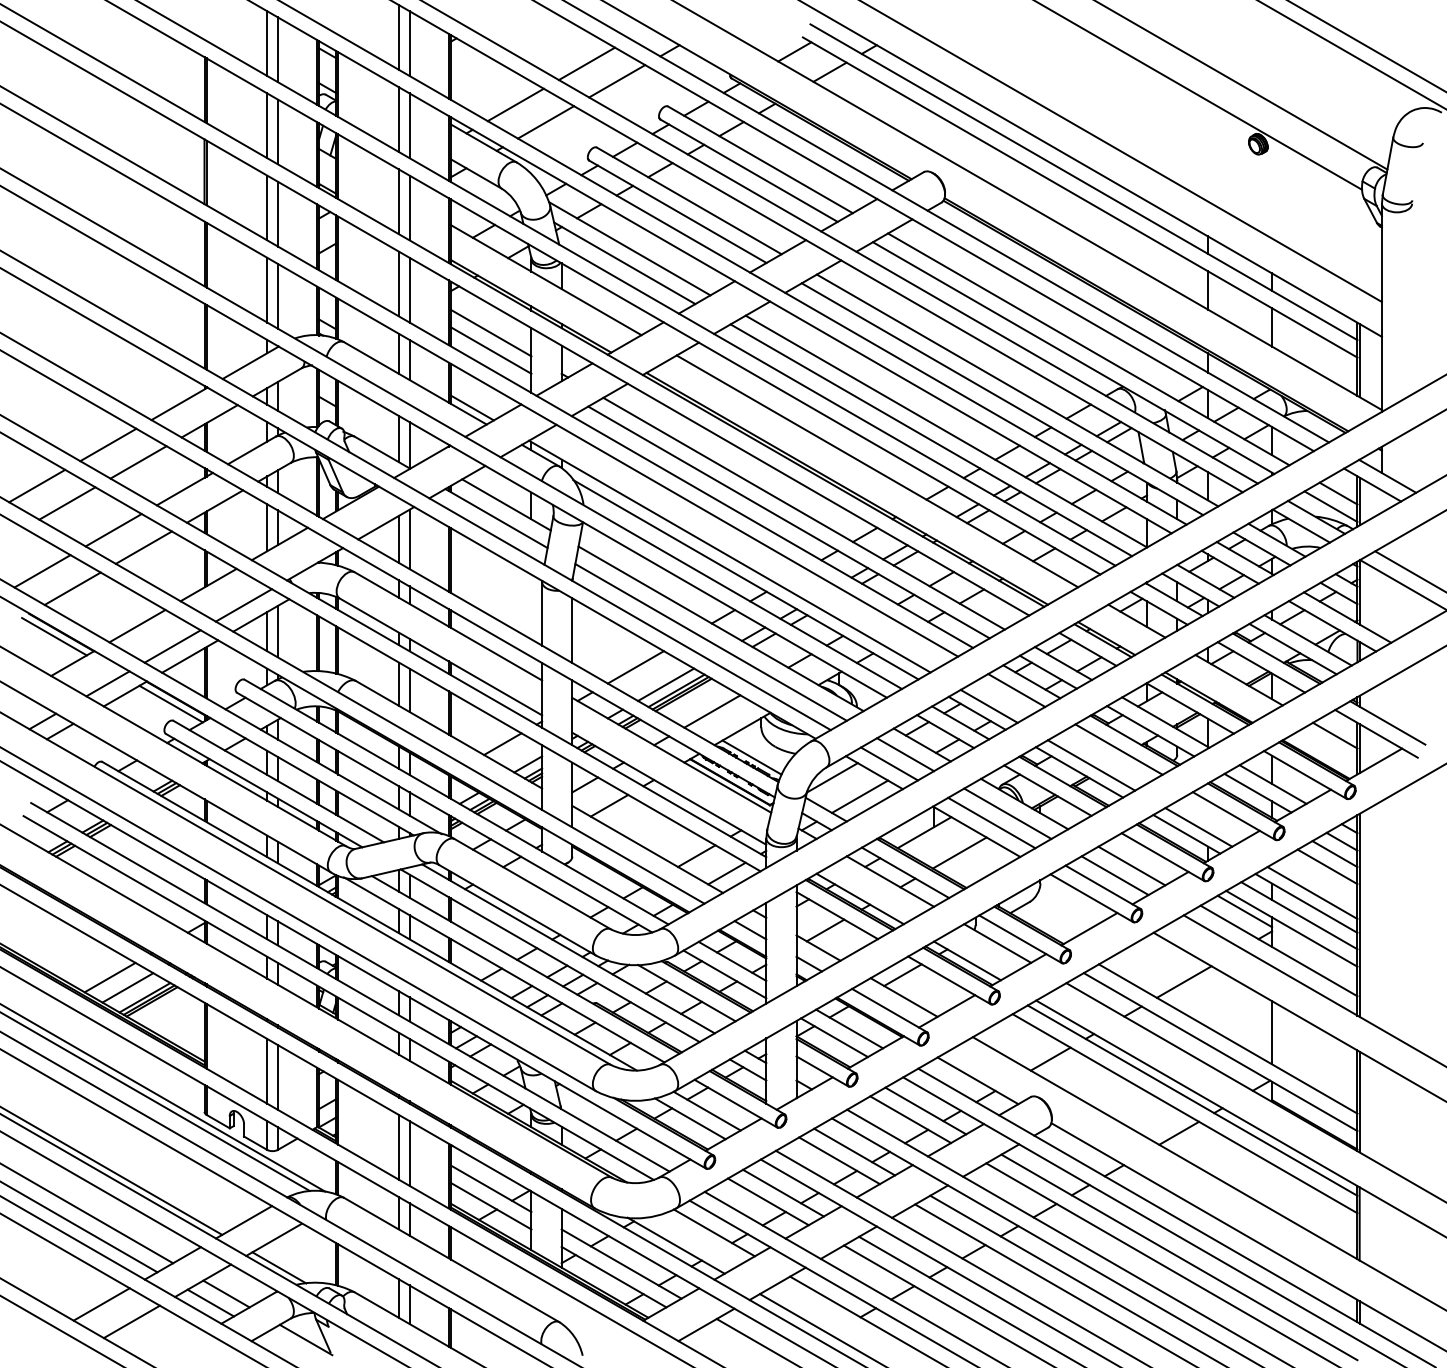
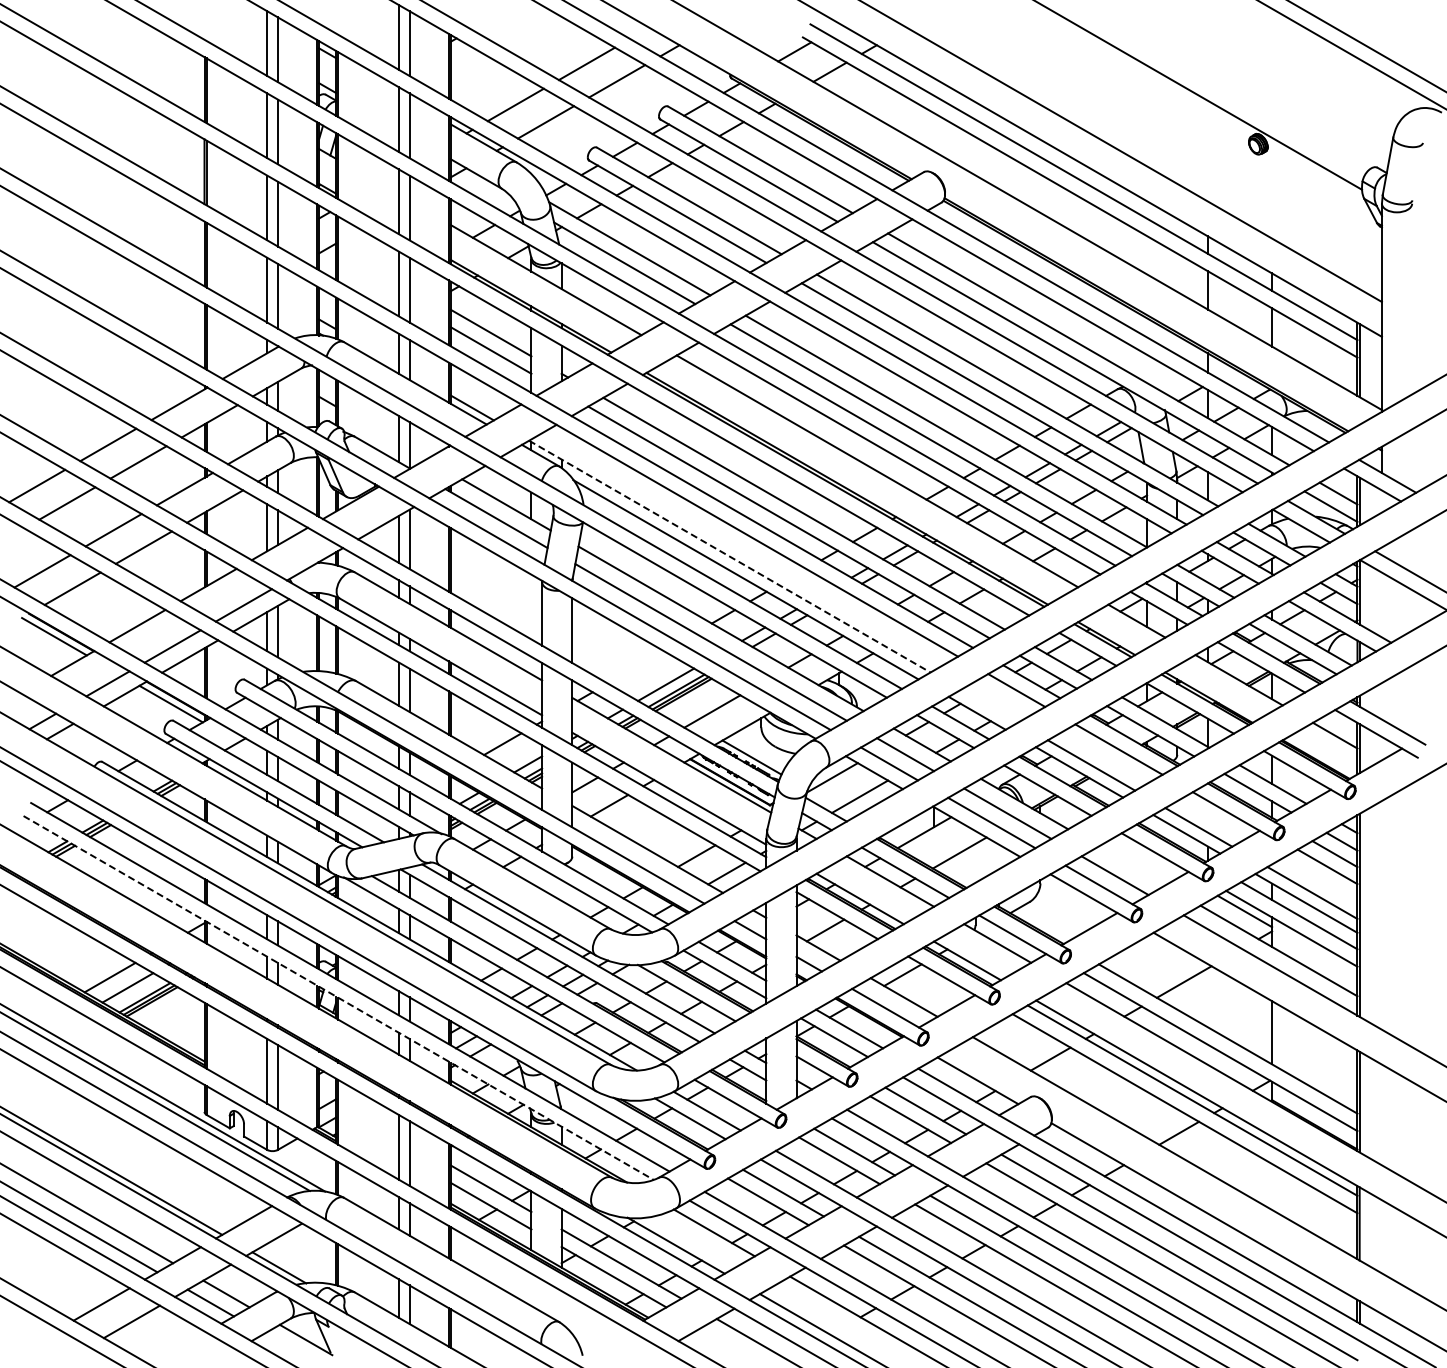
line at (1242, 85): present -> none
line at (729, 556): solid -> dashed
line at (635, 667): present -> none
line at (988, 705): present -> none
line at (1131, 865): present -> none
line at (338, 998): solid -> dashed
